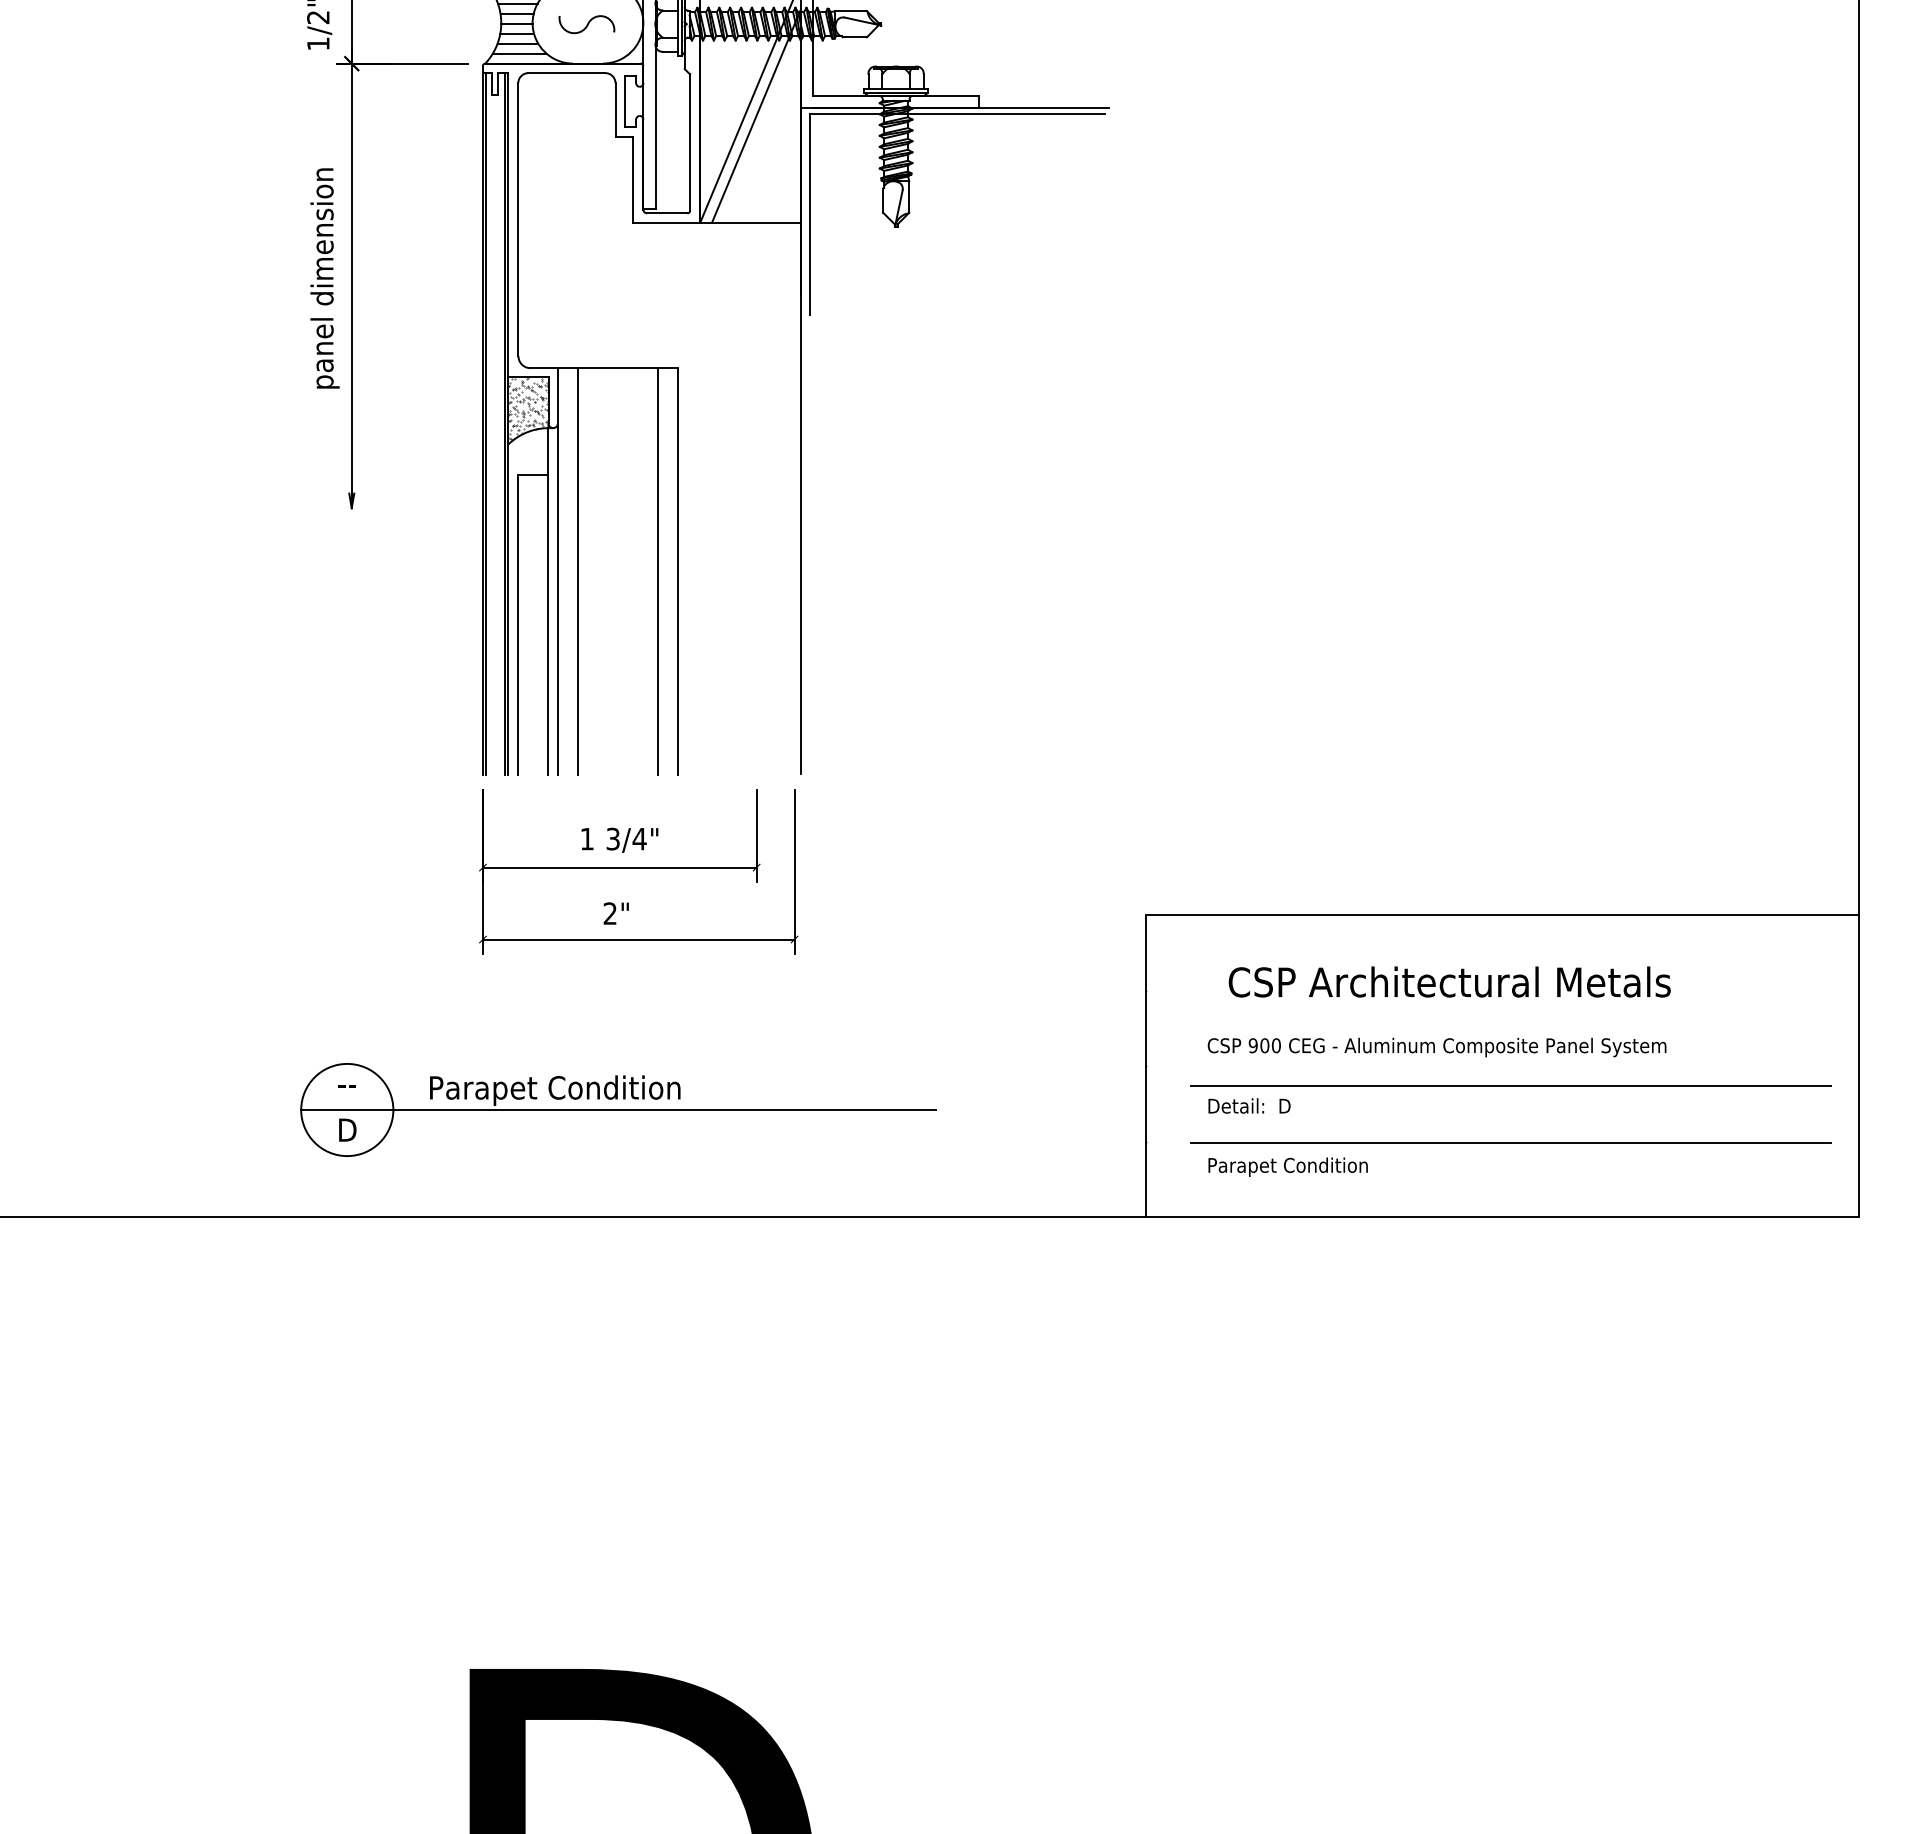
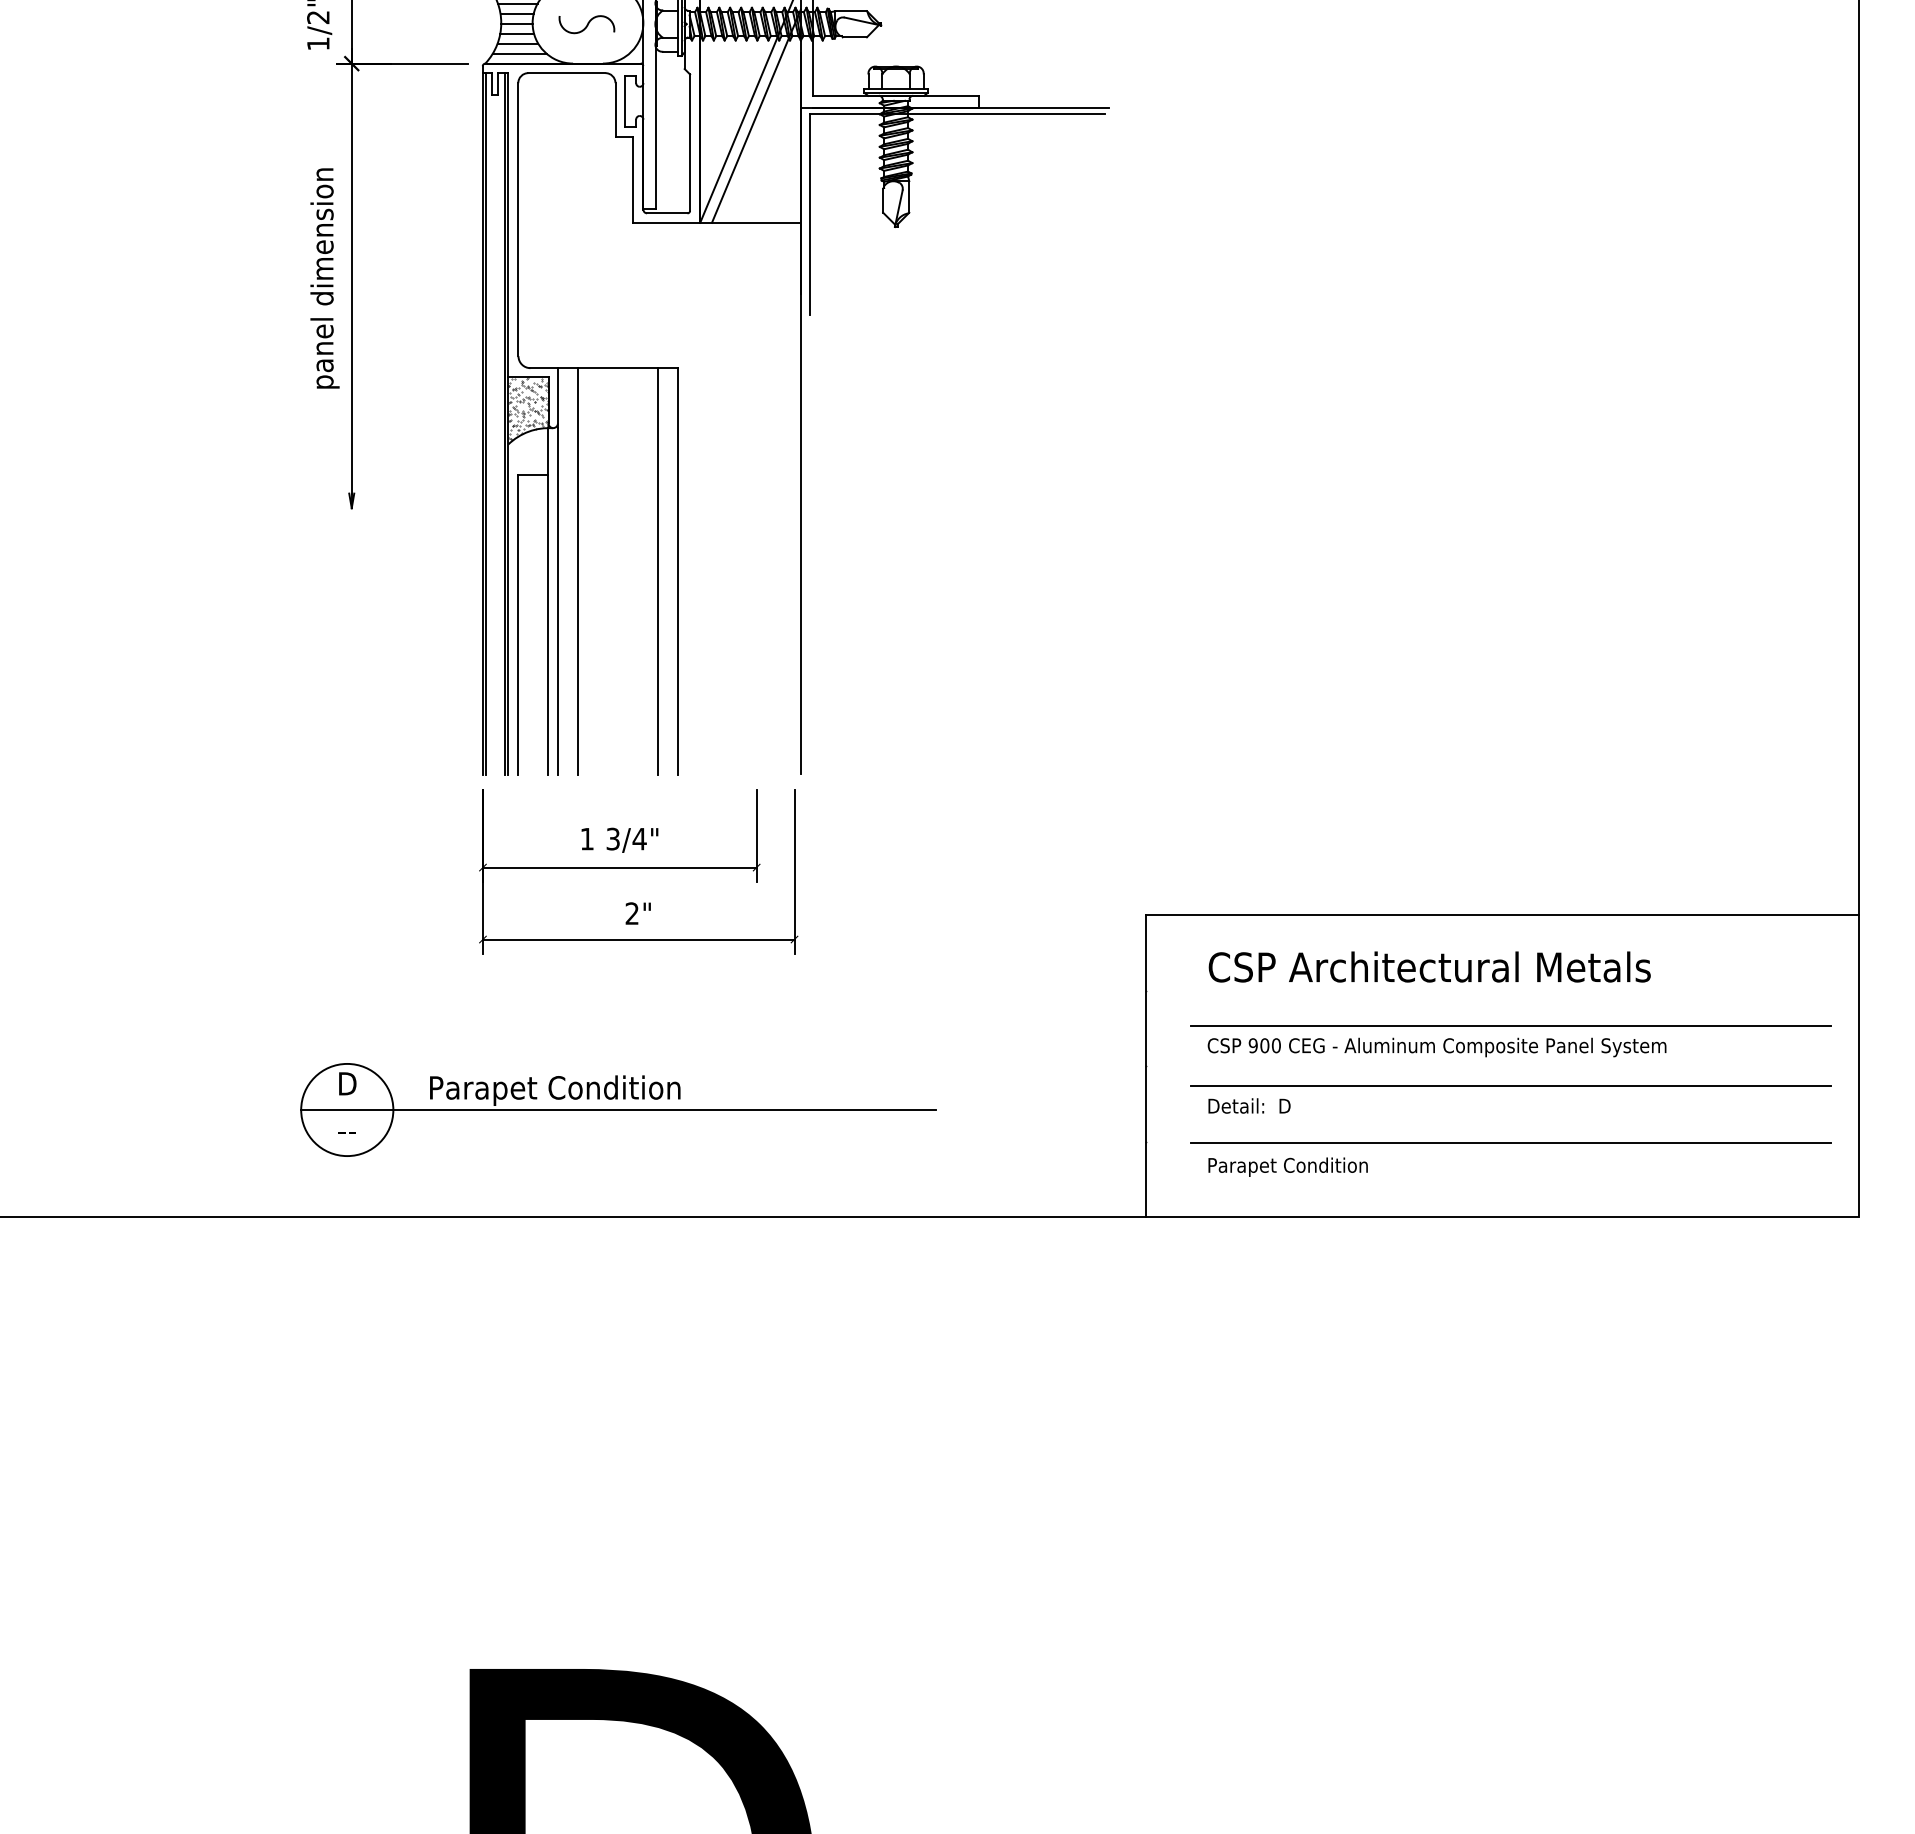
text at (615, 913) position: (615, 913) -> (637, 913)
text at (1449, 981) position: (1449, 981) -> (1429, 966)
line at (1510, 1025): none -> present
text at (347, 1083): -- -> D
text at (347, 1129): D -> --
